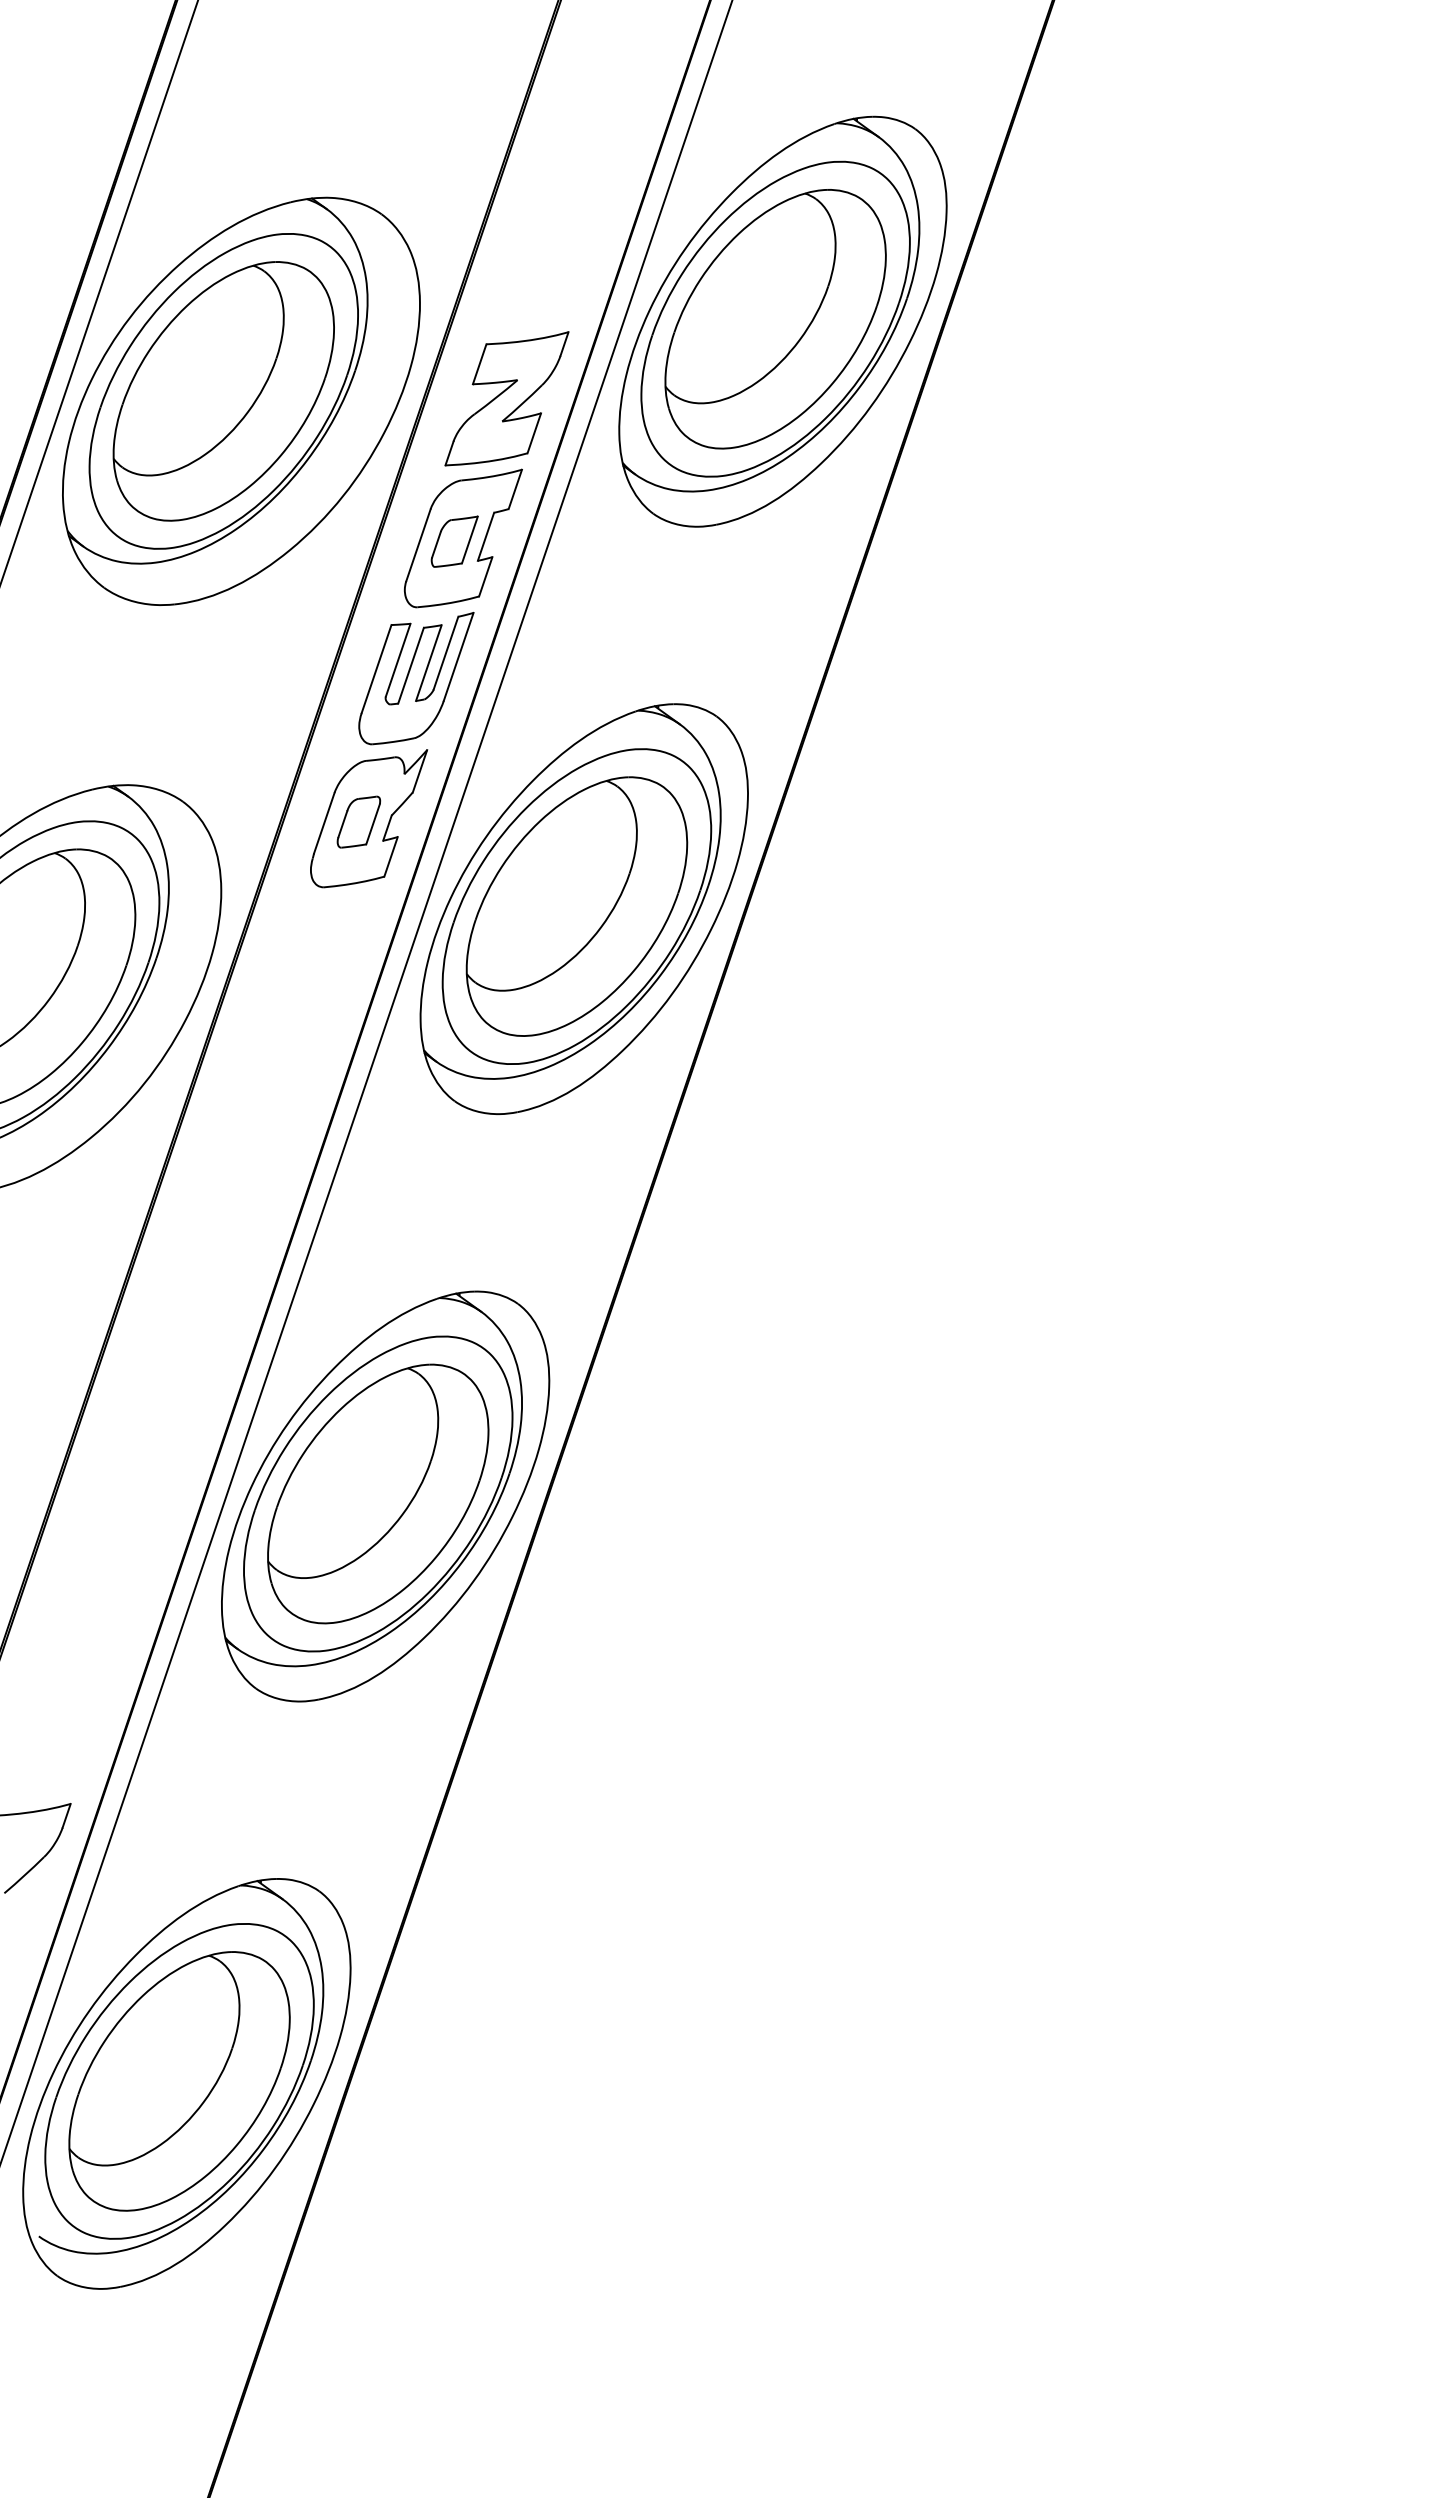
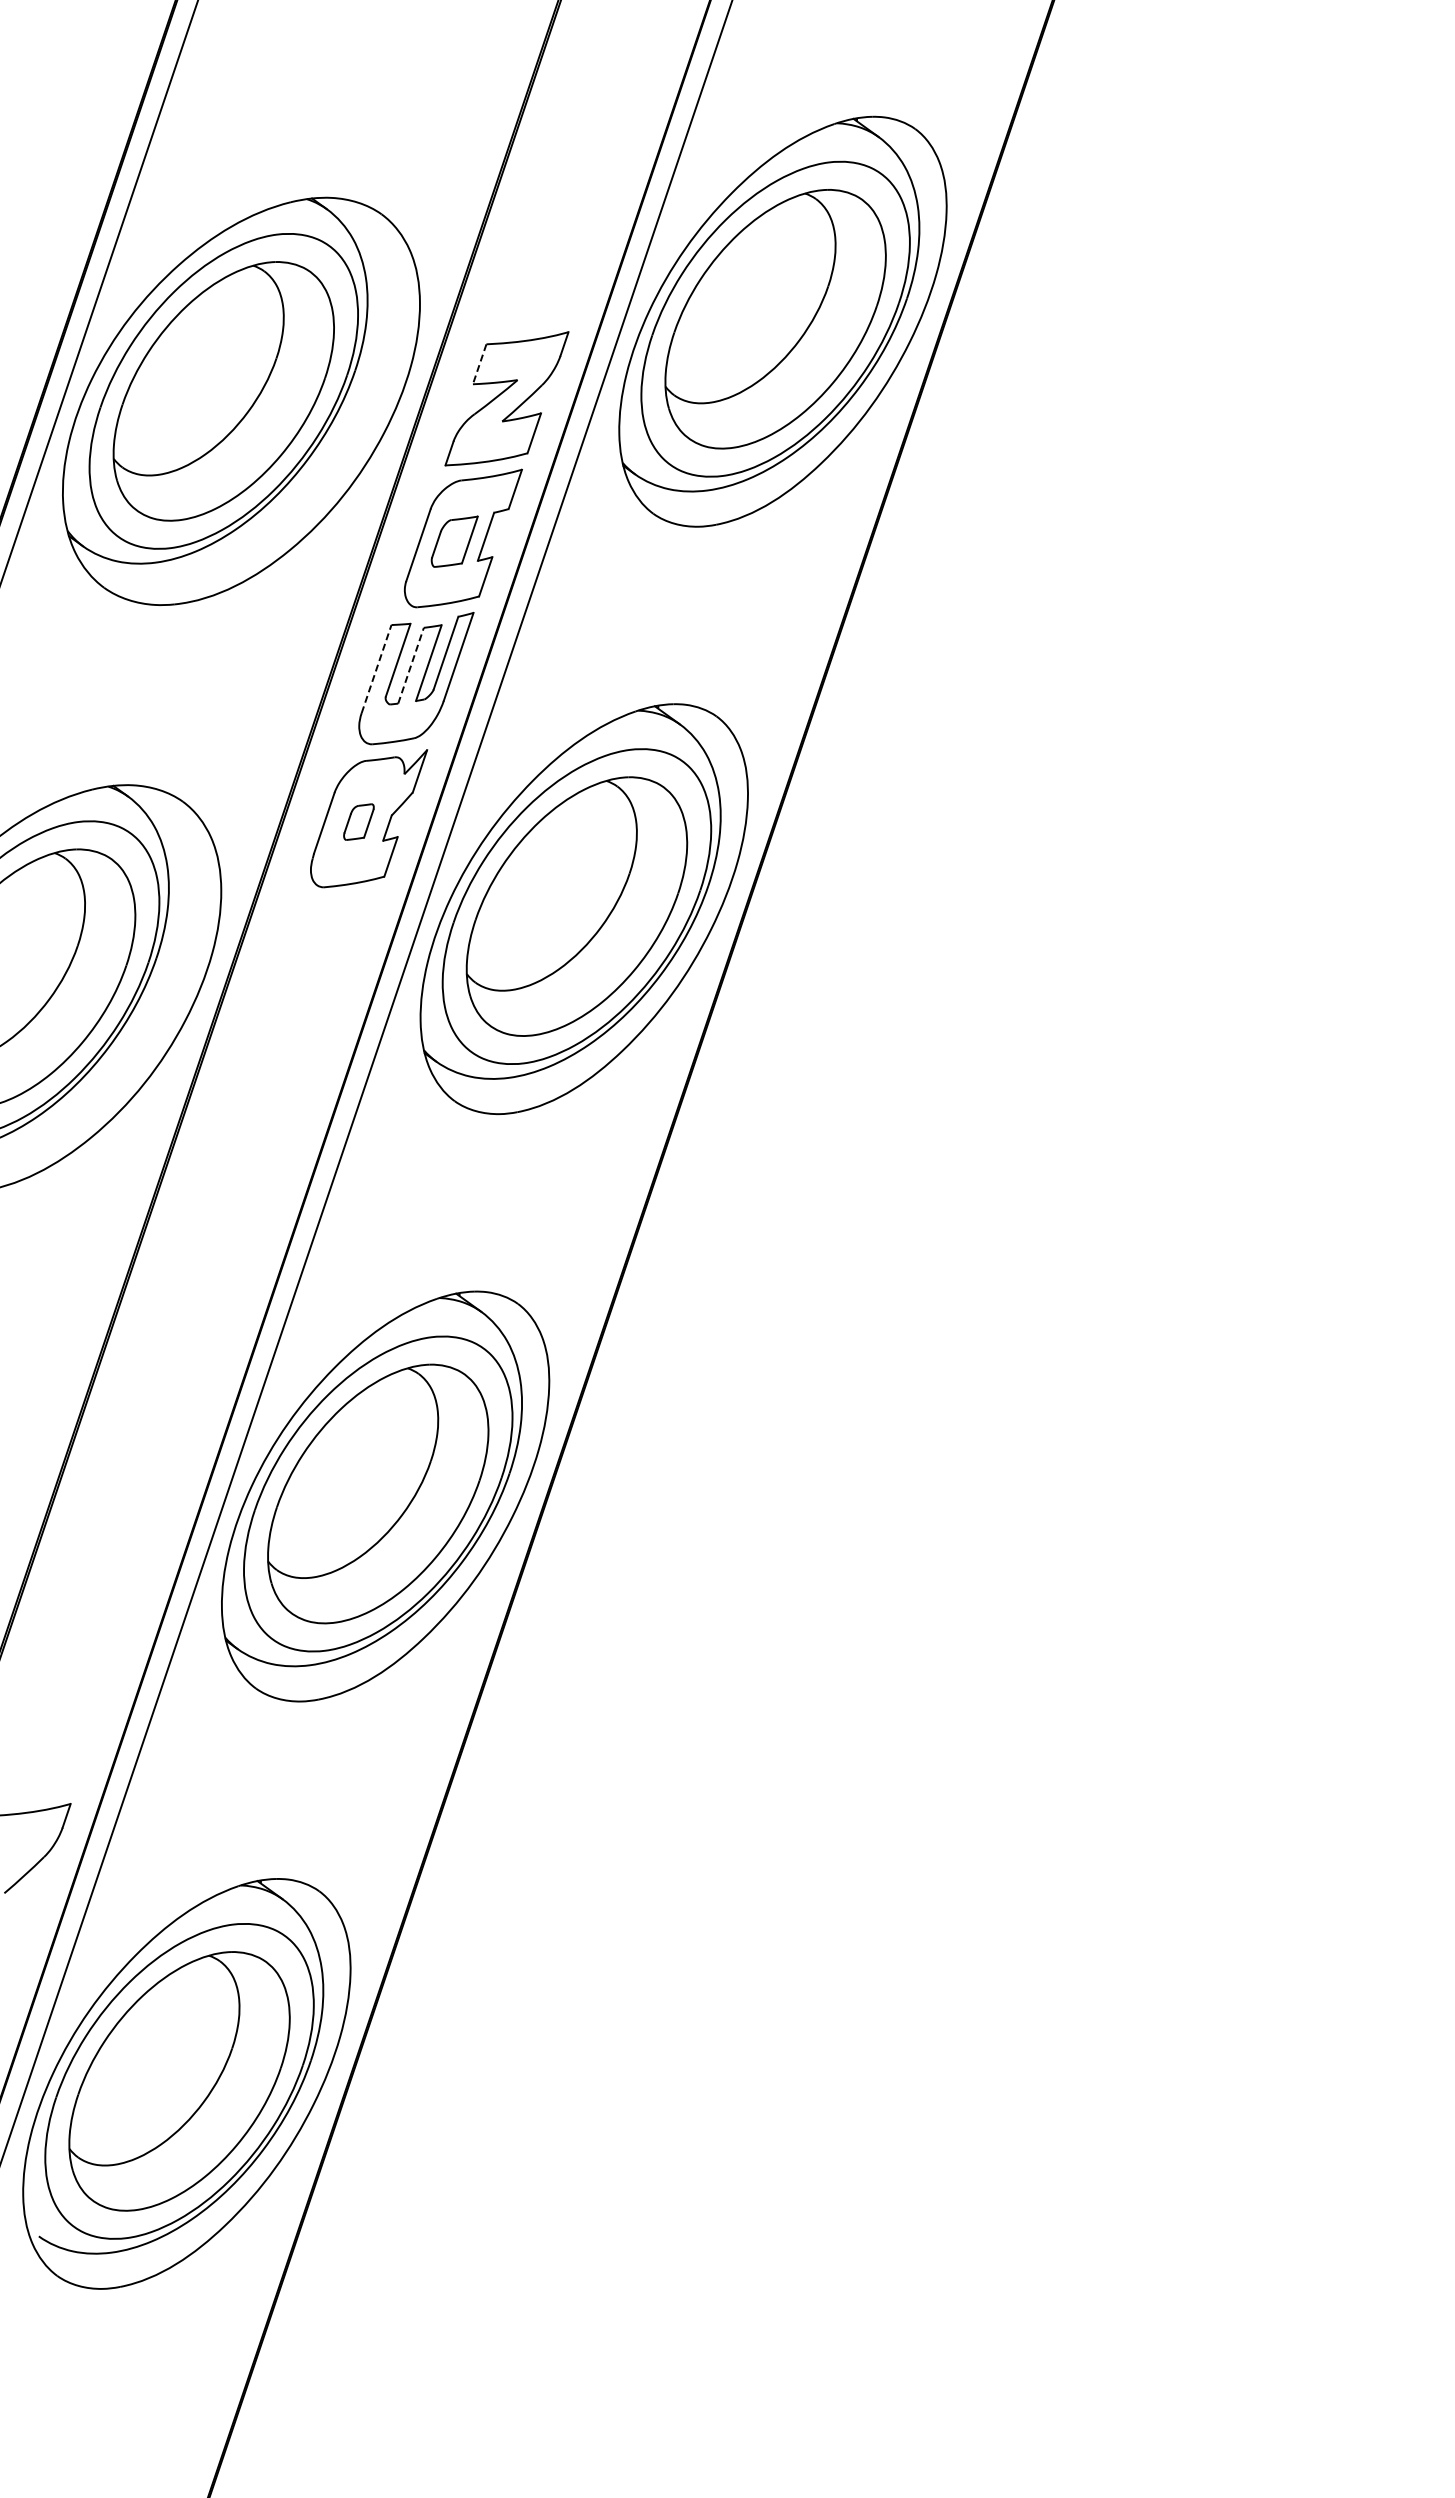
line at (479, 364): solid -> dashed
line at (411, 665): solid -> dashed
line at (376, 668): solid -> dashed
part at (358, 821) size: 46x54 px -> 32x38 px
